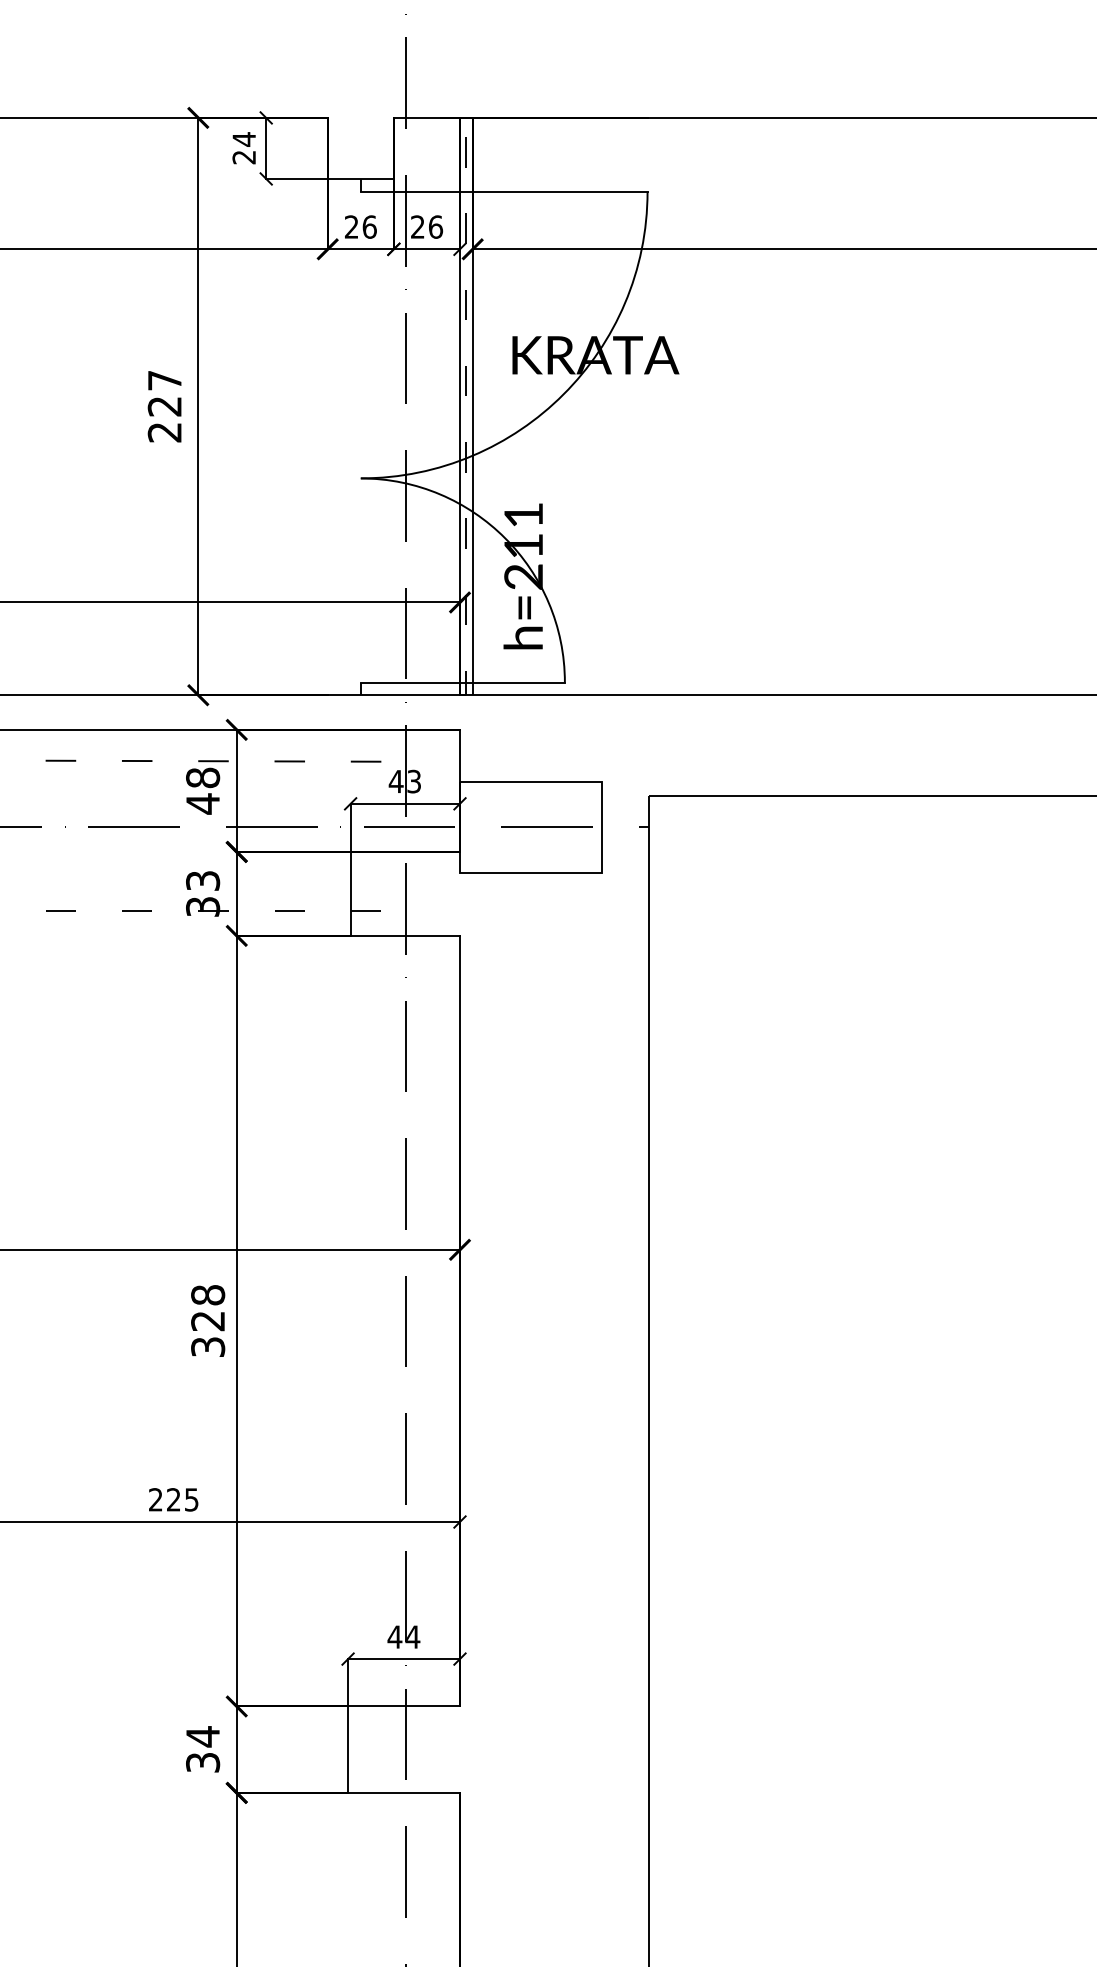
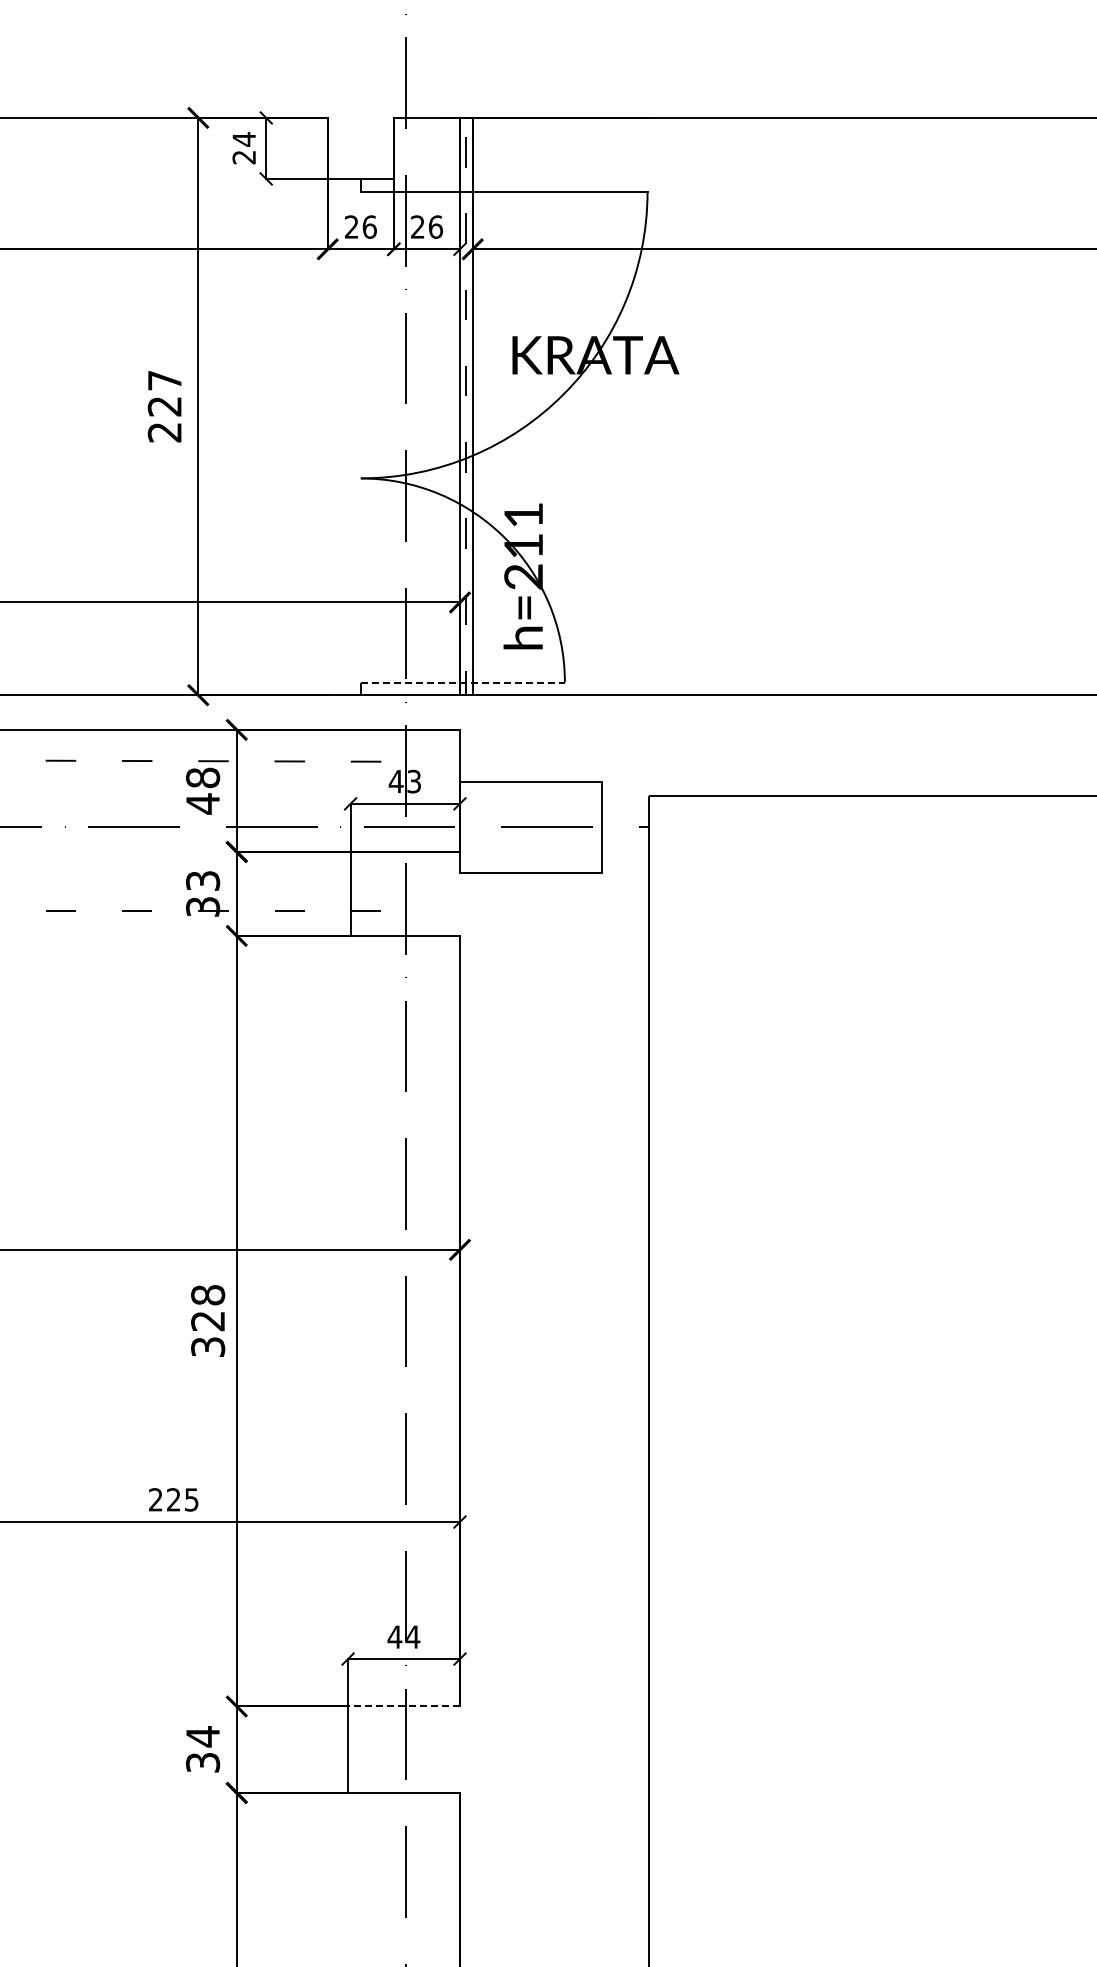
line at (463, 682): solid -> dashed
line at (404, 1706): solid -> dashed
